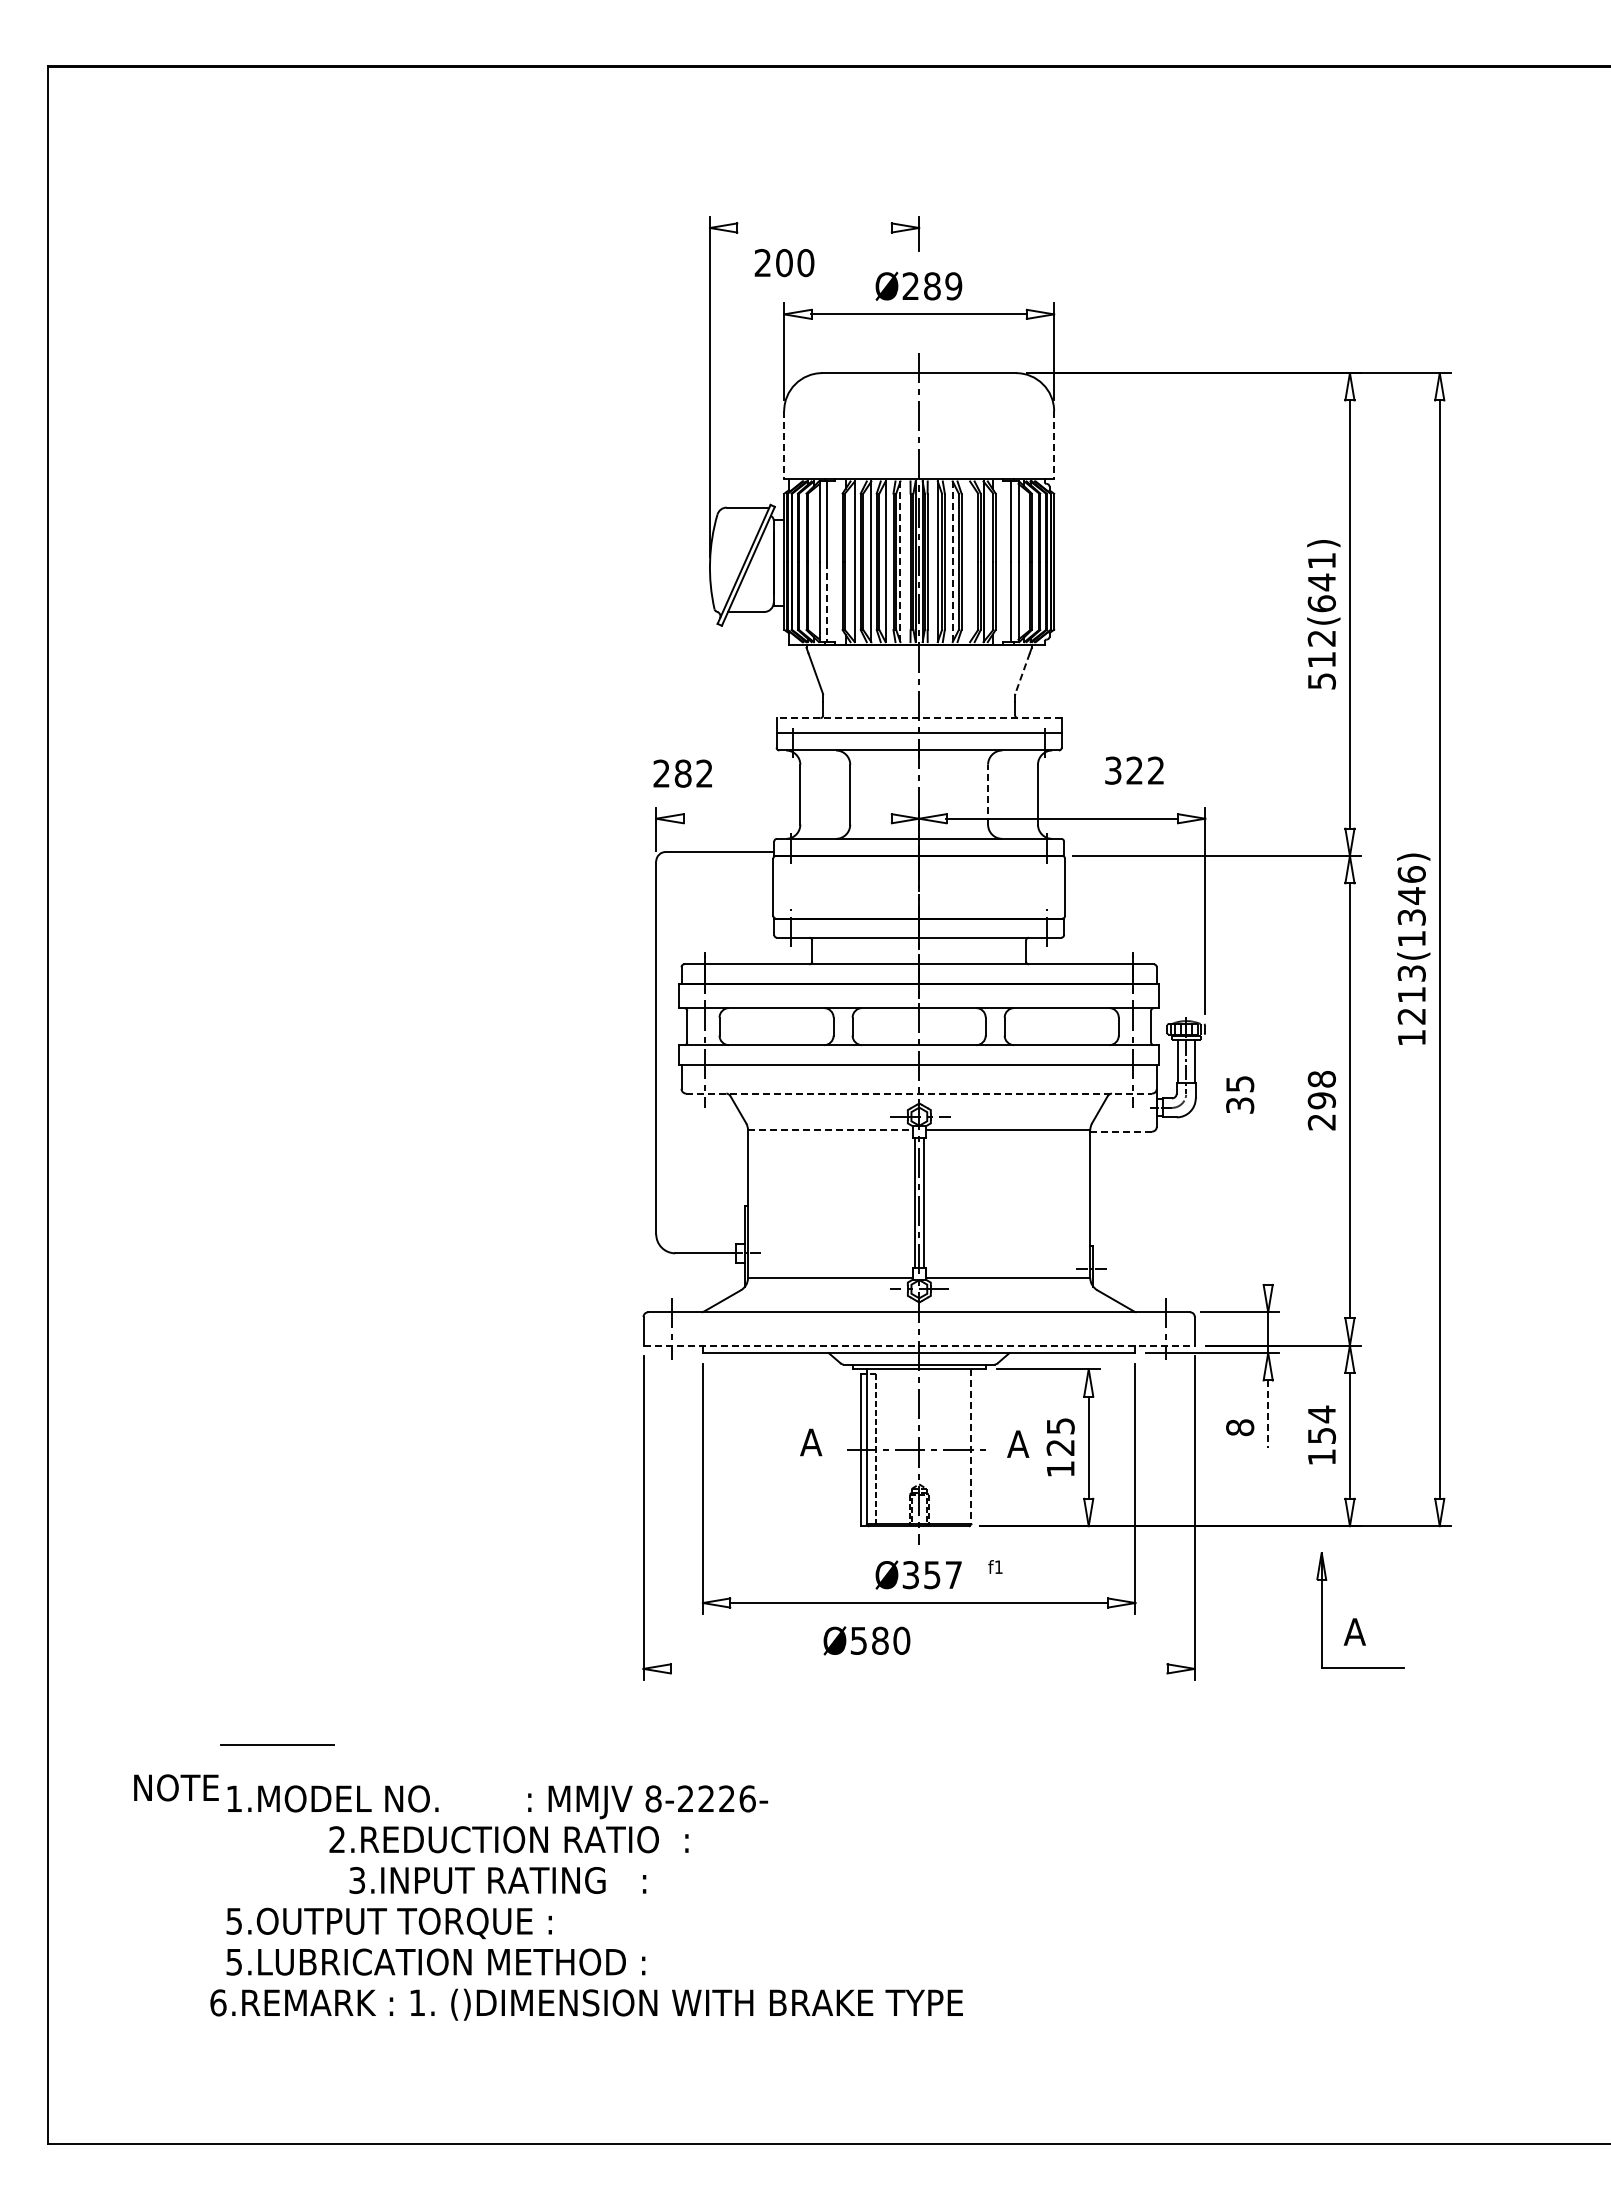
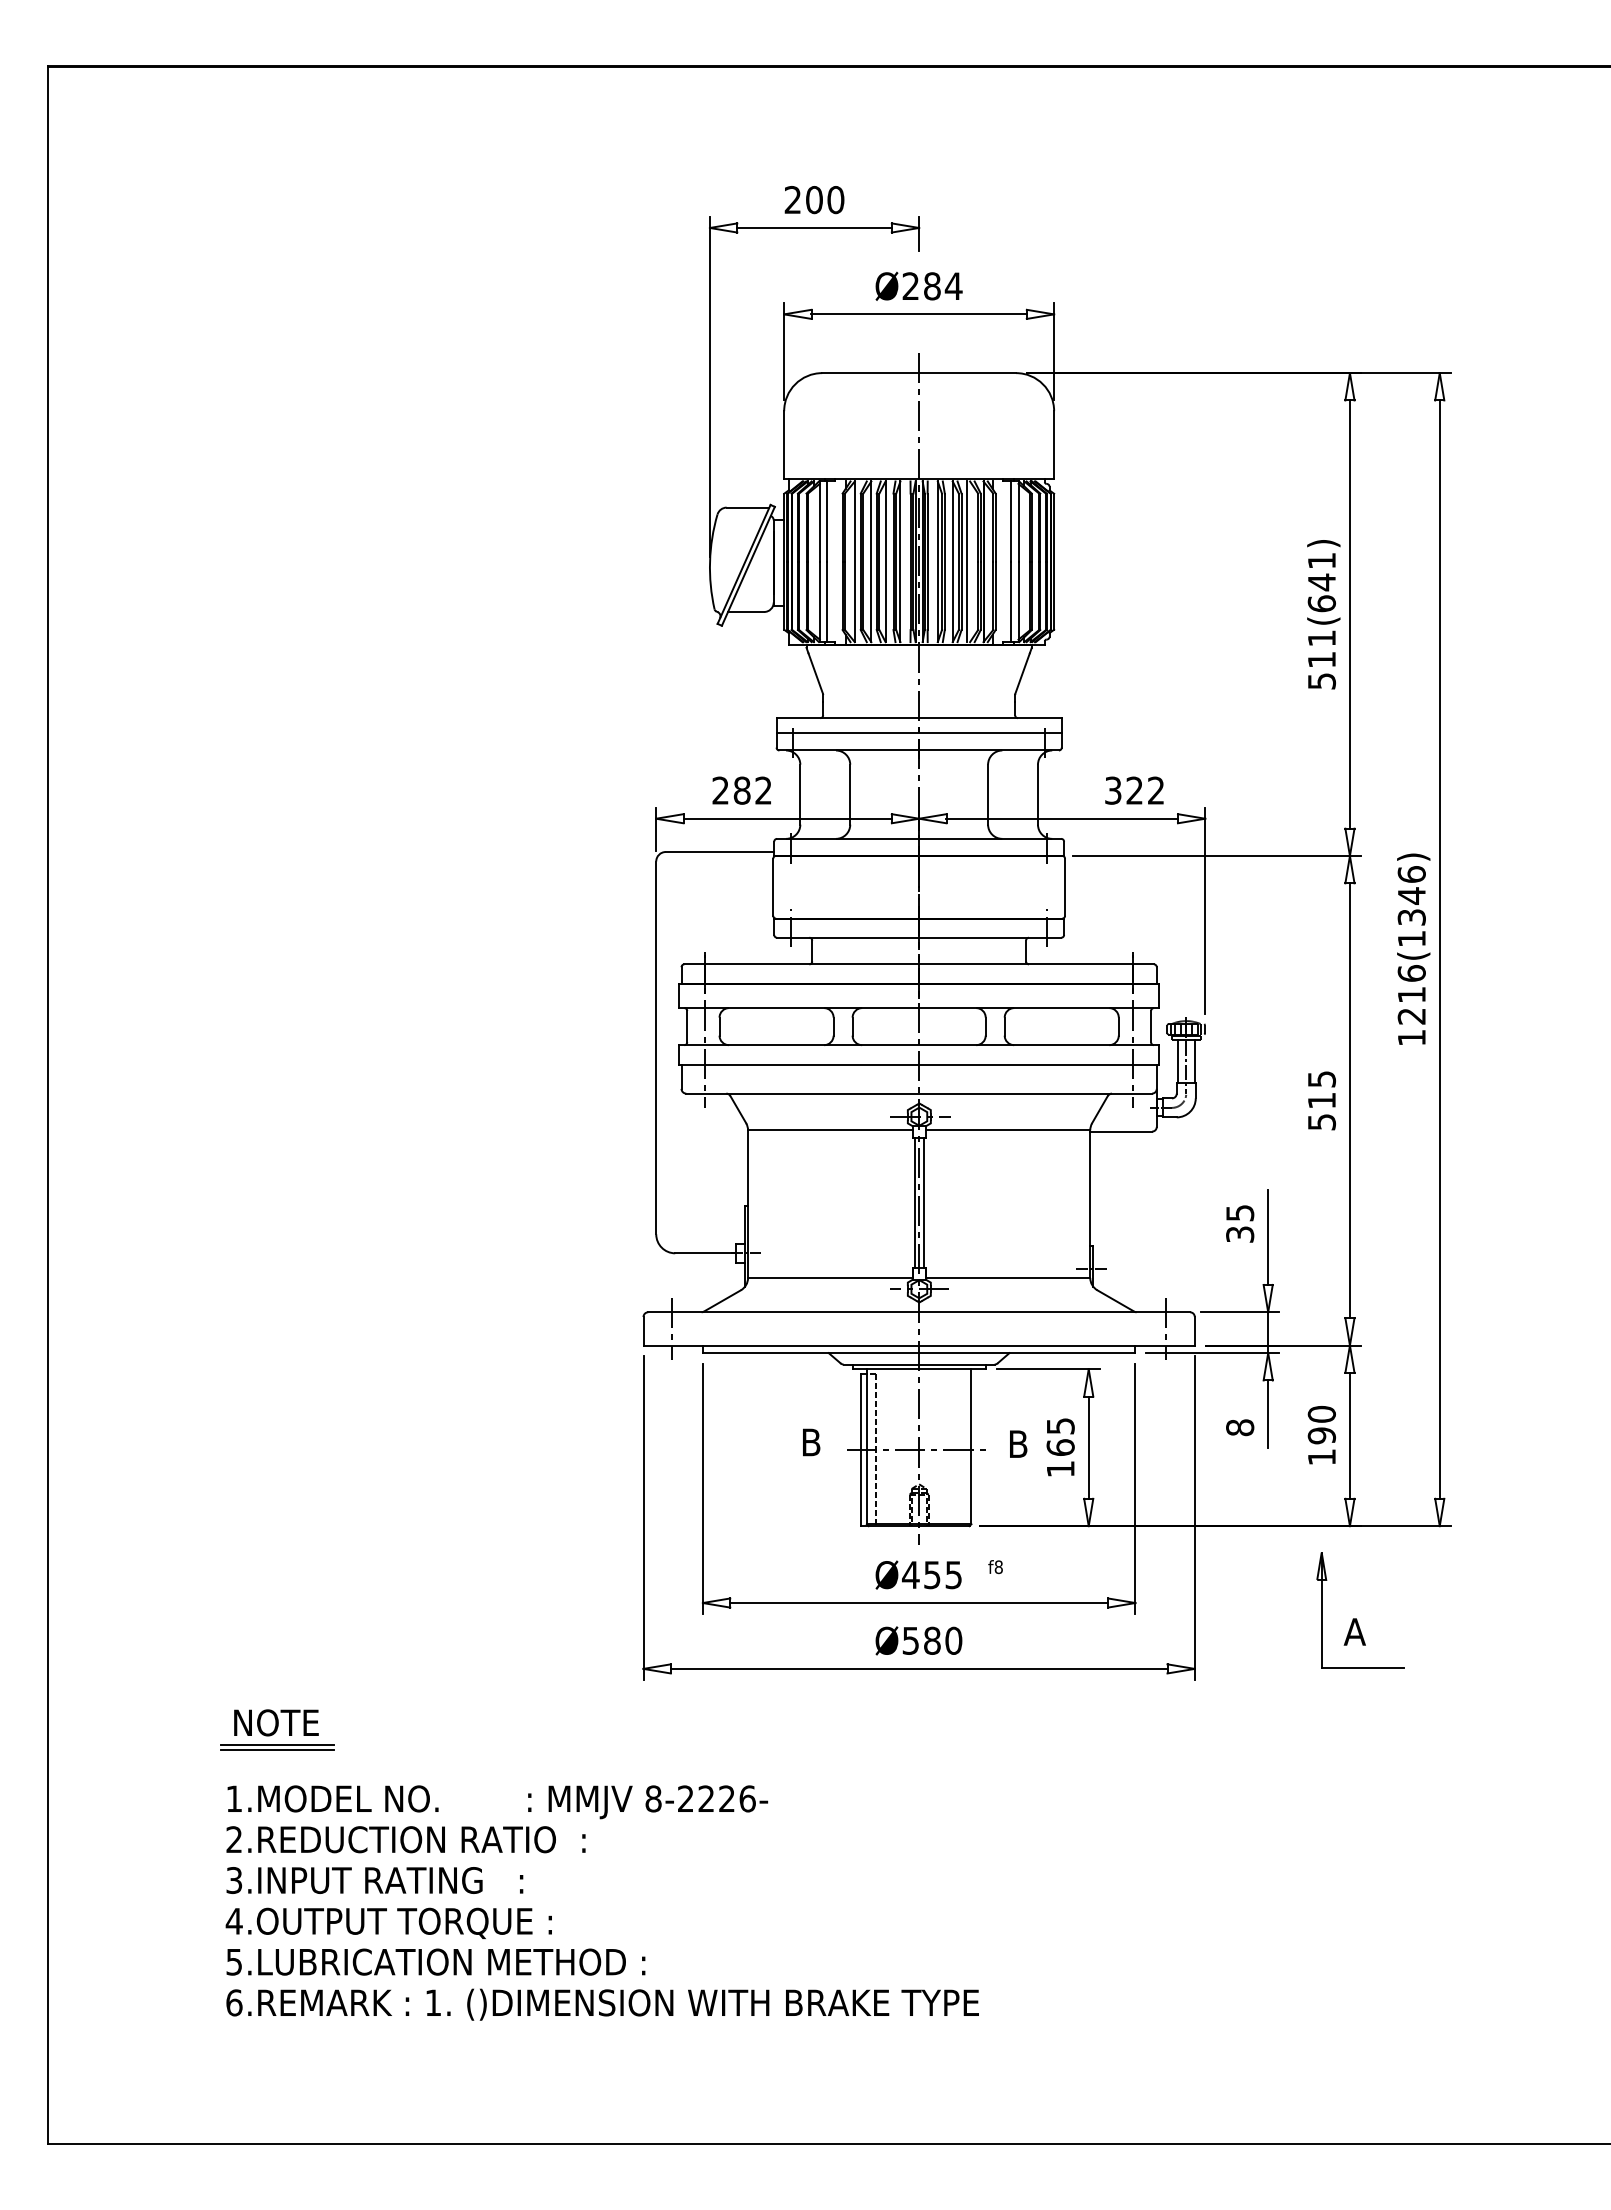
line at (814, 227): none -> present
text at (784, 263) position: (784, 263) -> (814, 200)
text at (953, 286): Ø289 -> Ø284
line at (784, 444): dashed -> solid
line at (1054, 444): dashed -> solid
line at (966, 561): none -> present
line at (900, 562): dashed -> solid
line at (952, 562): dashed -> solid
line at (827, 602): dashed -> solid
text at (1321, 638): 512(641) -> 511(641)
line at (1022, 673): dashed -> solid
line at (919, 718): dashed -> solid
text at (1134, 770) position: (1134, 770) -> (1134, 790)
text at (682, 773) position: (682, 773) -> (741, 790)
line at (988, 794): dashed -> solid
line at (787, 818): none -> present
text at (1411, 973): 1213(1346) -> 1216(1346)
line at (919, 1093): dashed -> solid
text at (1240, 1094) position: (1240, 1094) -> (1240, 1223)
text at (1321, 1100): 298 -> 515
line at (830, 1130): dashed -> solid
line at (1121, 1131): dashed -> solid
line at (1268, 1237): none -> present
line at (919, 1345): dashed -> solid
line at (1268, 1414): dashed -> solid
text at (1321, 1424): 154 -> 190
text at (811, 1442): A -> B
text at (1018, 1443): A -> B
line at (971, 1447): dashed -> solid
text at (1060, 1447): 125 -> 165
text at (998, 1567): f1 -> f8
text at (931, 1575): Ø357 -> Ø455
text at (866, 1640) position: (866, 1640) -> (918, 1640)
line at (918, 1668): none -> present
line at (277, 1750): none -> present
text at (176, 1787) position: (176, 1787) -> (276, 1722)
text at (508, 1839) position: (508, 1839) -> (405, 1839)
text at (497, 1880) position: (497, 1880) -> (374, 1880)
text at (233, 1921): 5.OUTPUT -> 4.OUTPUT
text at (586, 2004) position: (586, 2004) -> (602, 2004)
